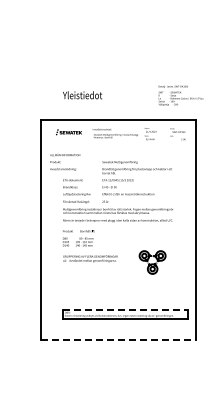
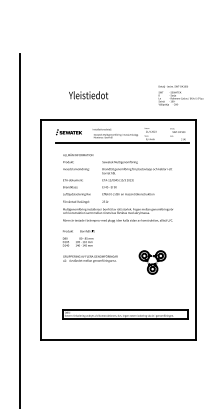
text at (82, 95) position: (82, 95) -> (88, 95)
line at (121, 142): none -> present
text at (65, 162) position: (65, 162) -> (78, 162)
line at (19, 229): none -> present
line at (125, 309): dashed -> solid
line at (118, 339): dashed -> solid
